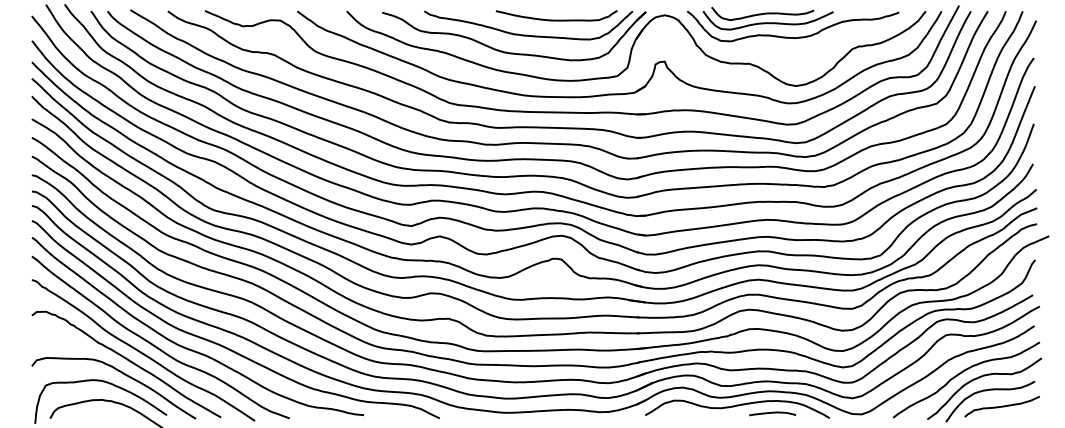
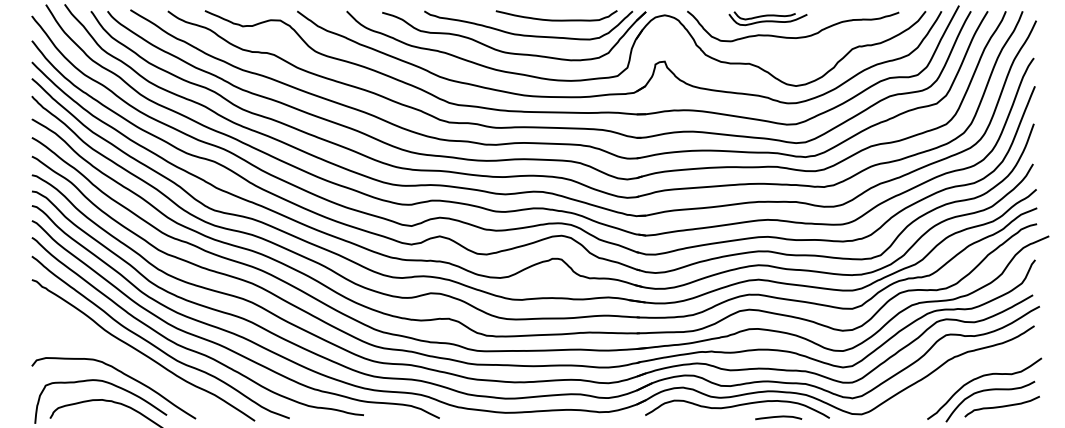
part at (767, 18) size: 132x25 px -> 80x16 px
curve at (128, 361): present -> none
curve at (963, 372): present -> none
curve at (772, 413) position: (772, 413) -> (778, 417)
